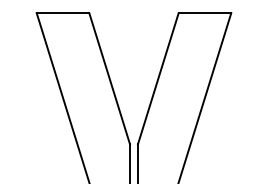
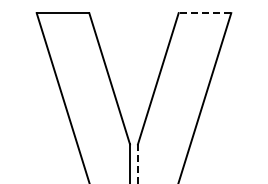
line at (204, 13): solid -> dashed
line at (137, 164): solid -> dashed
